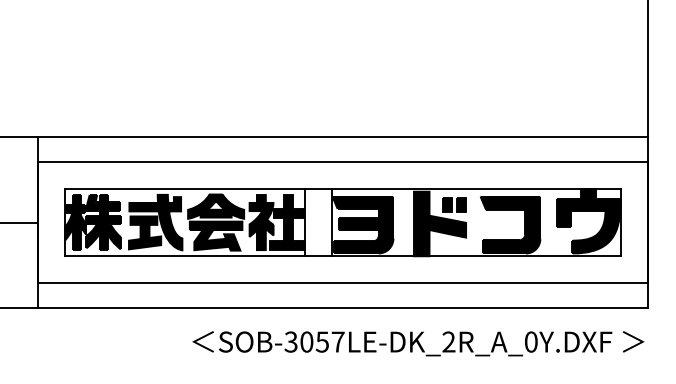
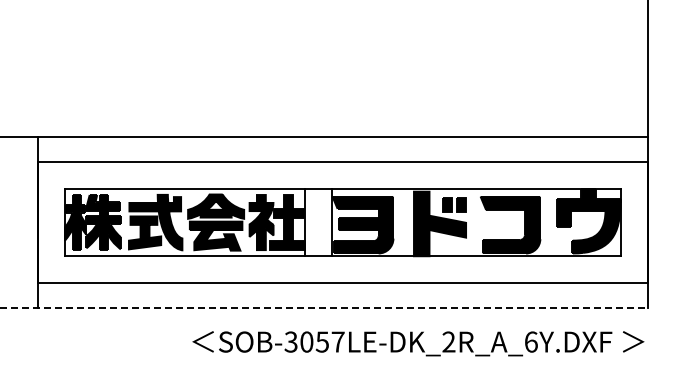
line at (19, 222): present -> none
line at (324, 308): solid -> dashed
text at (531, 341): SOB-3057LE-DK_2R_A_0Y.DXF -> SOB-3057LE-DK_2R_A_6Y.DXF
